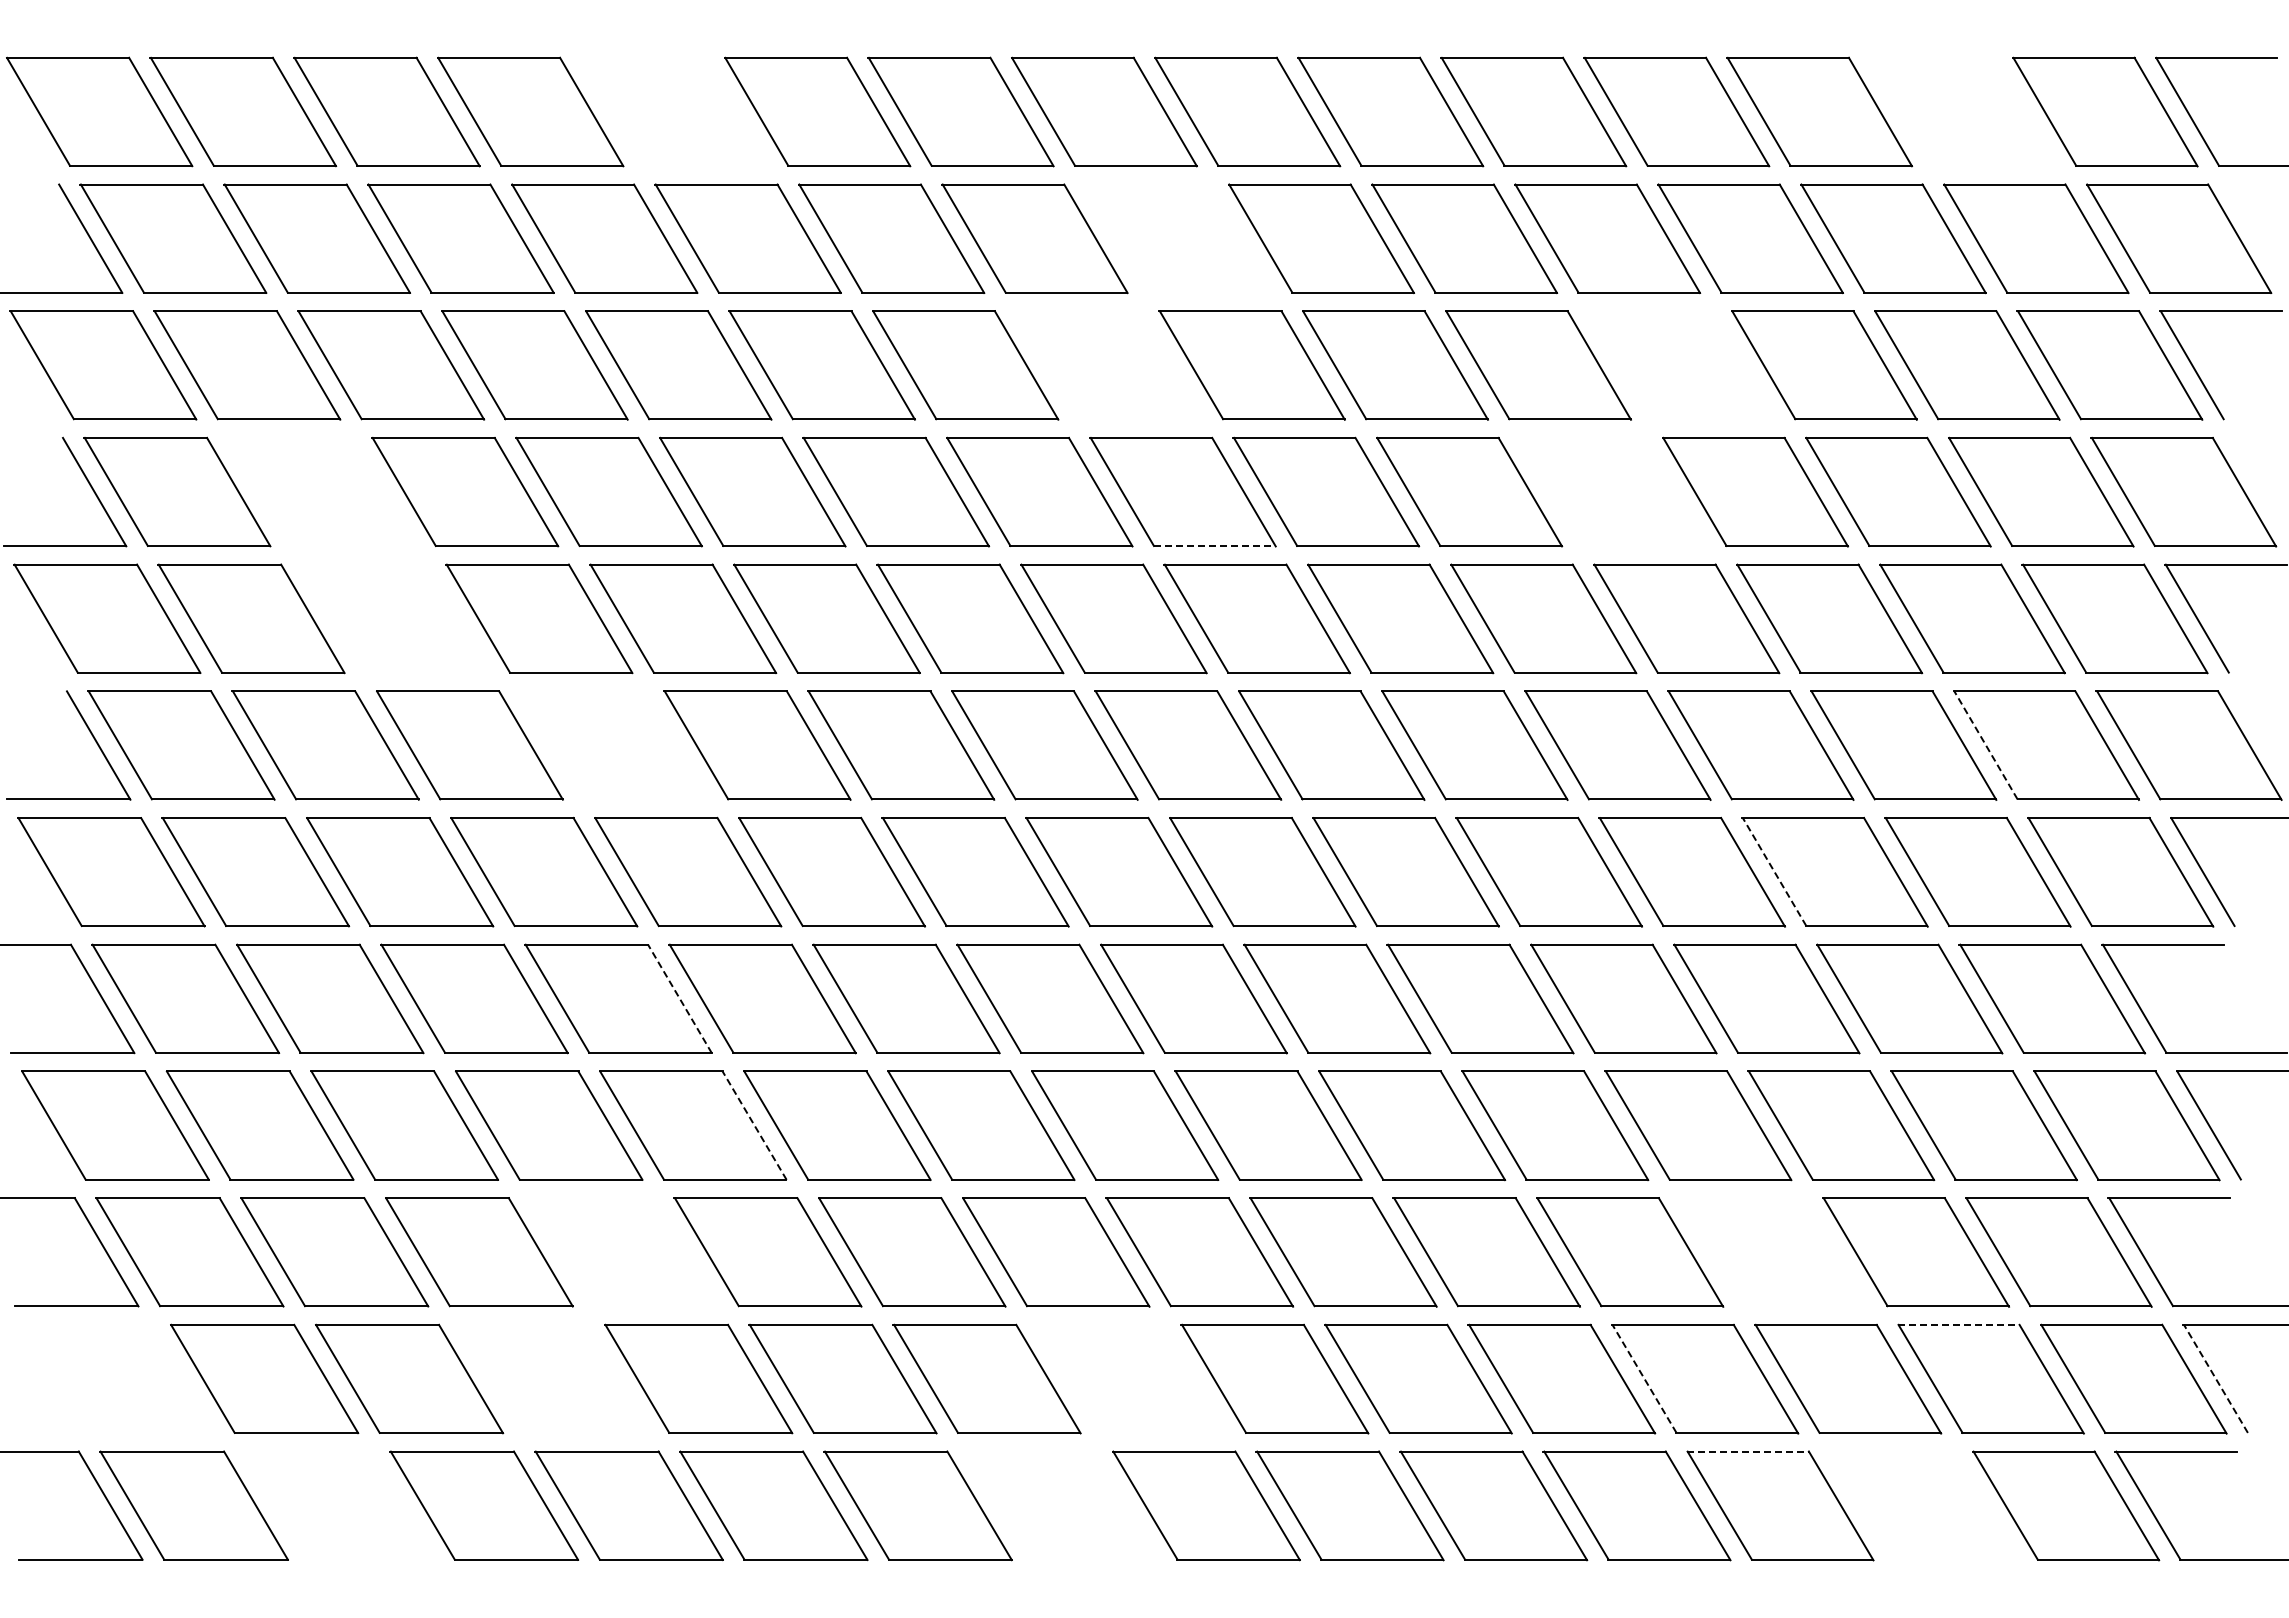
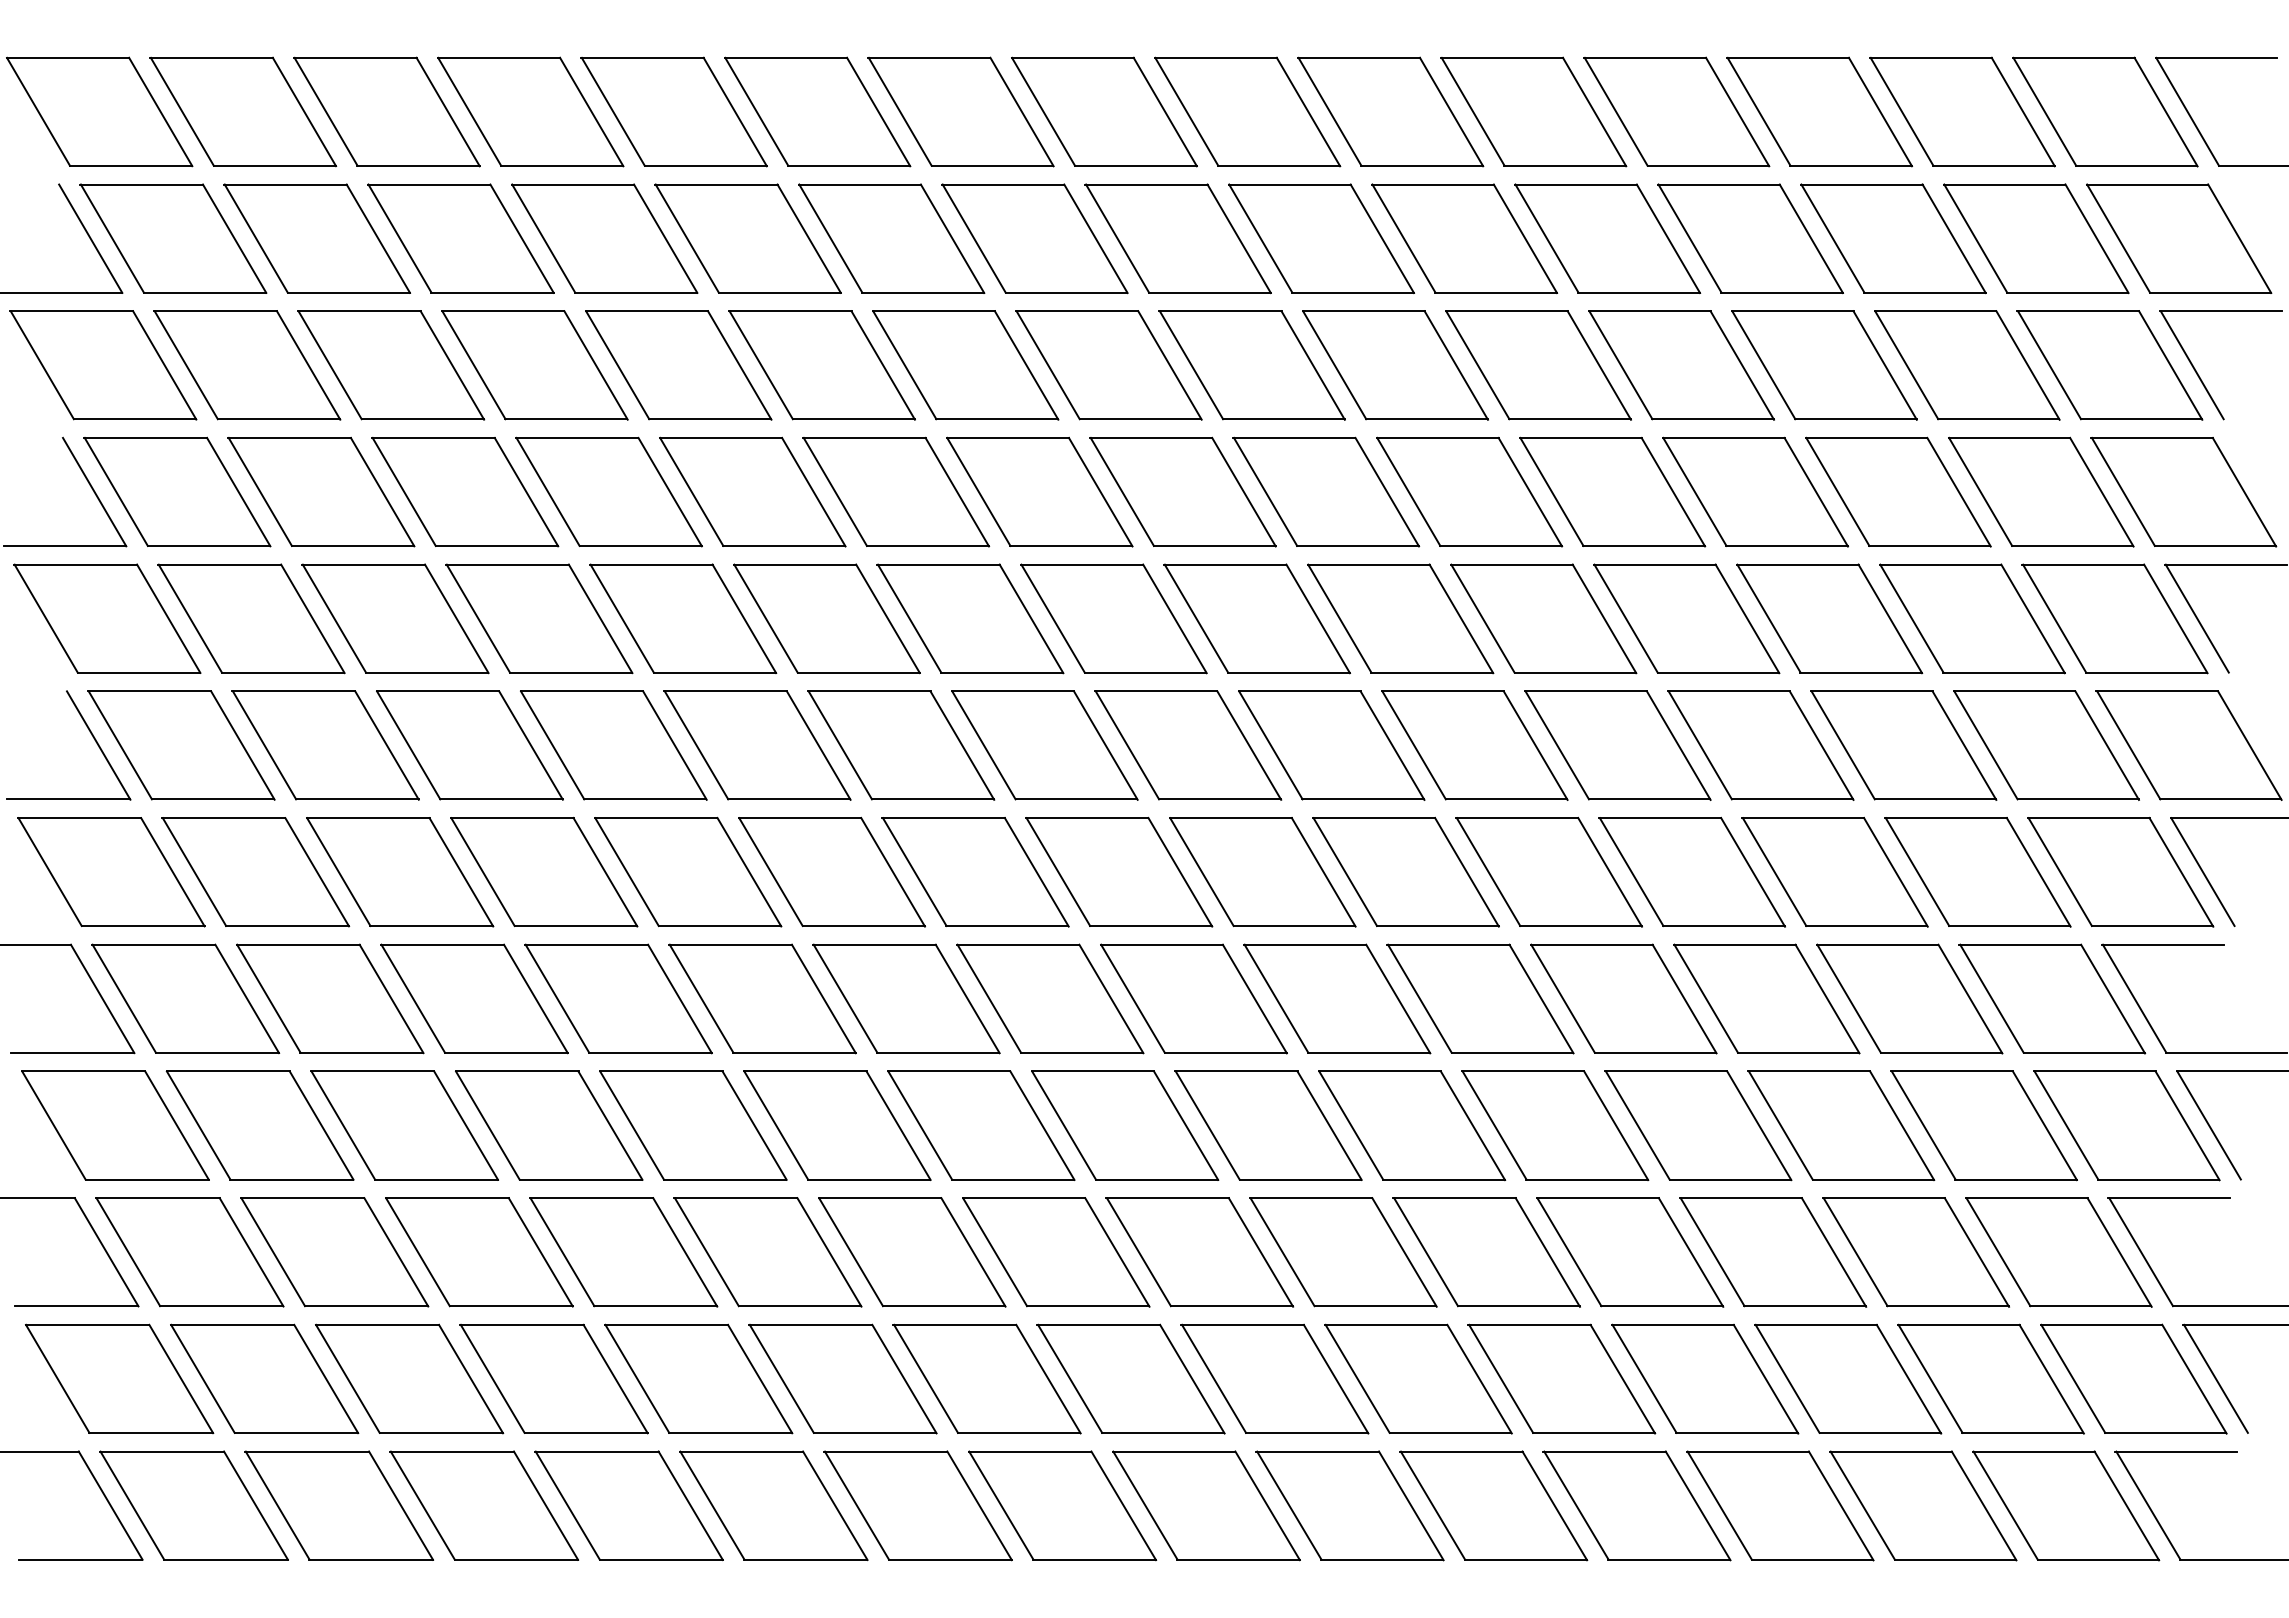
part at (673, 111): none -> present
part at (1962, 111): none -> present
part at (1177, 238): none -> present
part at (1108, 365): none -> present
part at (1681, 365): none -> present
part at (321, 491): none -> present
part at (1612, 491): none -> present
line at (1214, 545): dashed -> solid
part at (395, 618): none -> present
part at (613, 745): none -> present
line at (1985, 745): dashed -> solid
line at (1774, 872): dashed -> solid
line at (679, 998): dashed -> solid
line at (754, 1125): dashed -> solid
part at (623, 1252): none -> present
part at (1773, 1252): none -> present
line at (1958, 1324): dashed -> solid
part at (119, 1378): none -> present
part at (553, 1378): none -> present
part at (1130, 1378): none -> present
line at (1644, 1378): dashed -> solid
line at (2215, 1378): dashed -> solid
line at (1748, 1451): dashed -> solid
part at (339, 1505): none -> present
part at (1062, 1505): none -> present
part at (1923, 1505): none -> present
